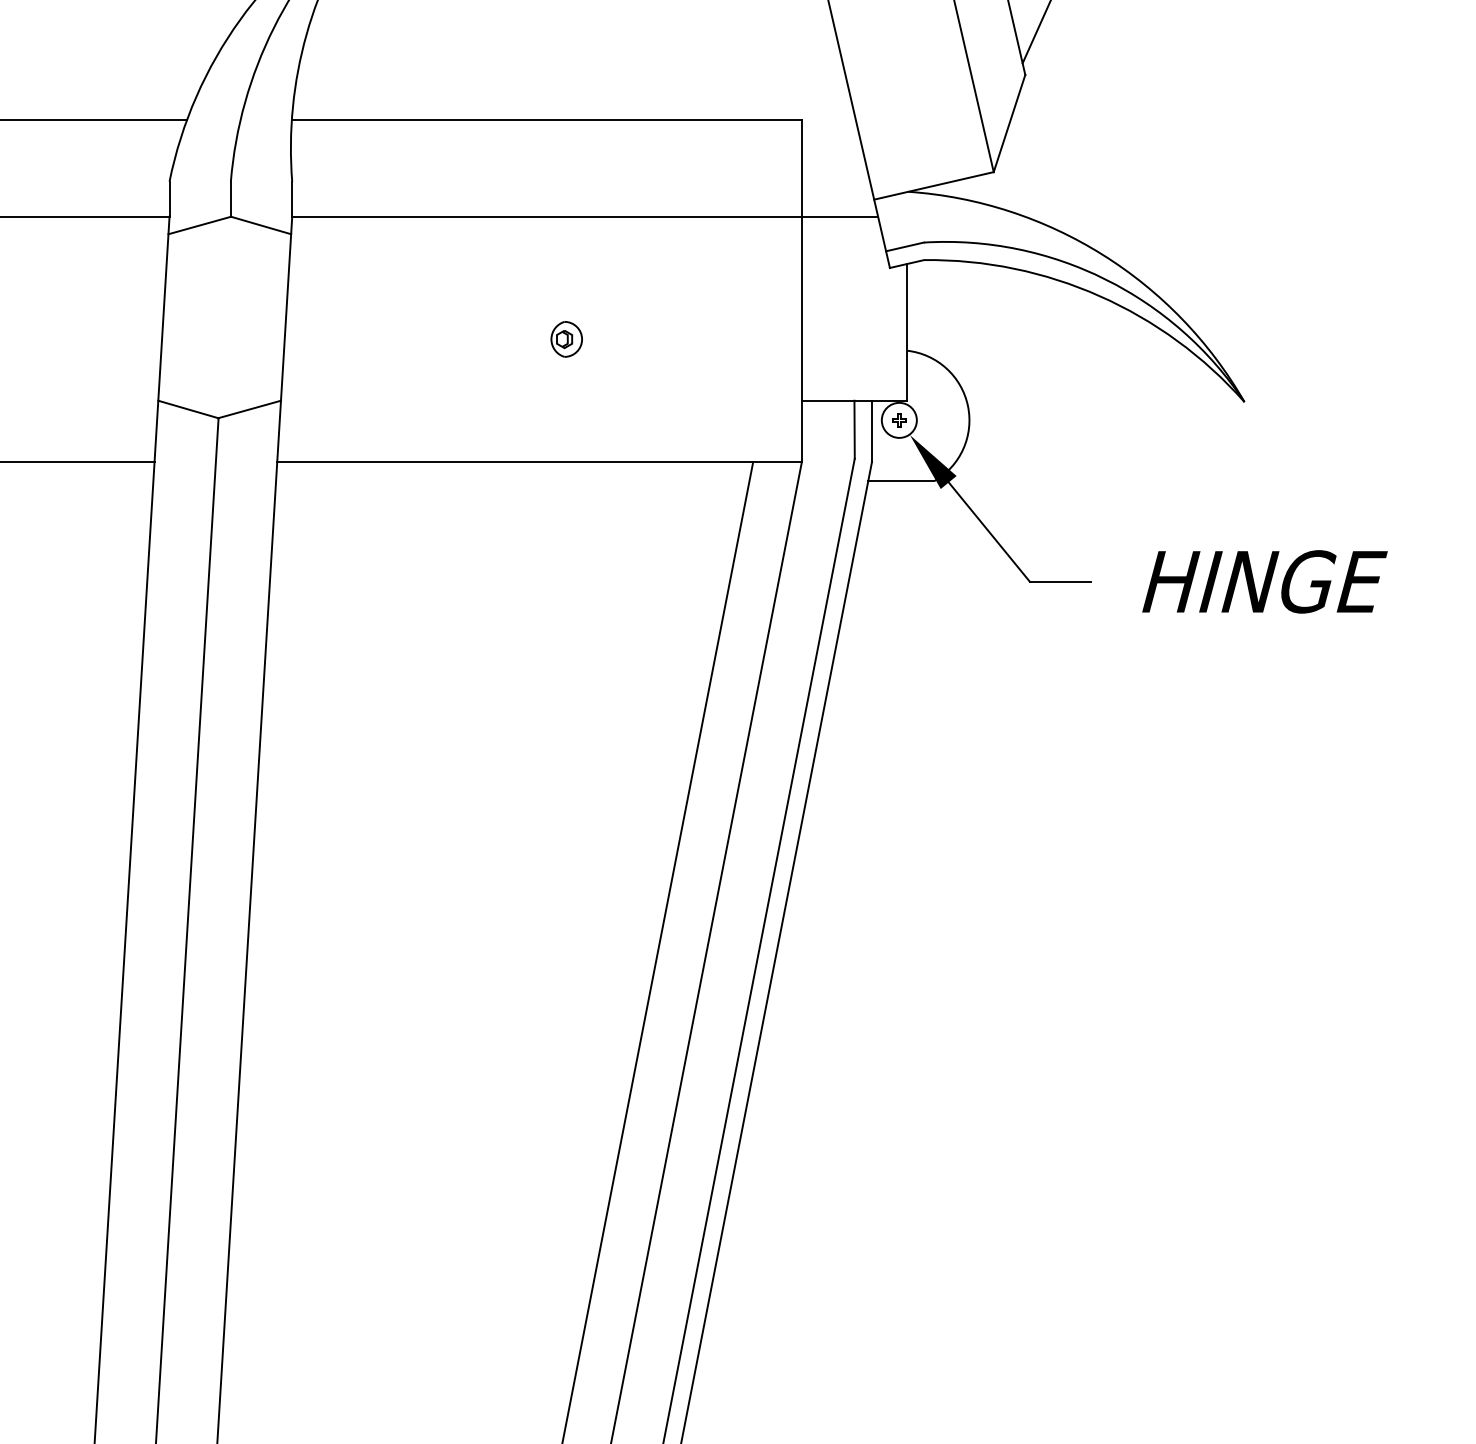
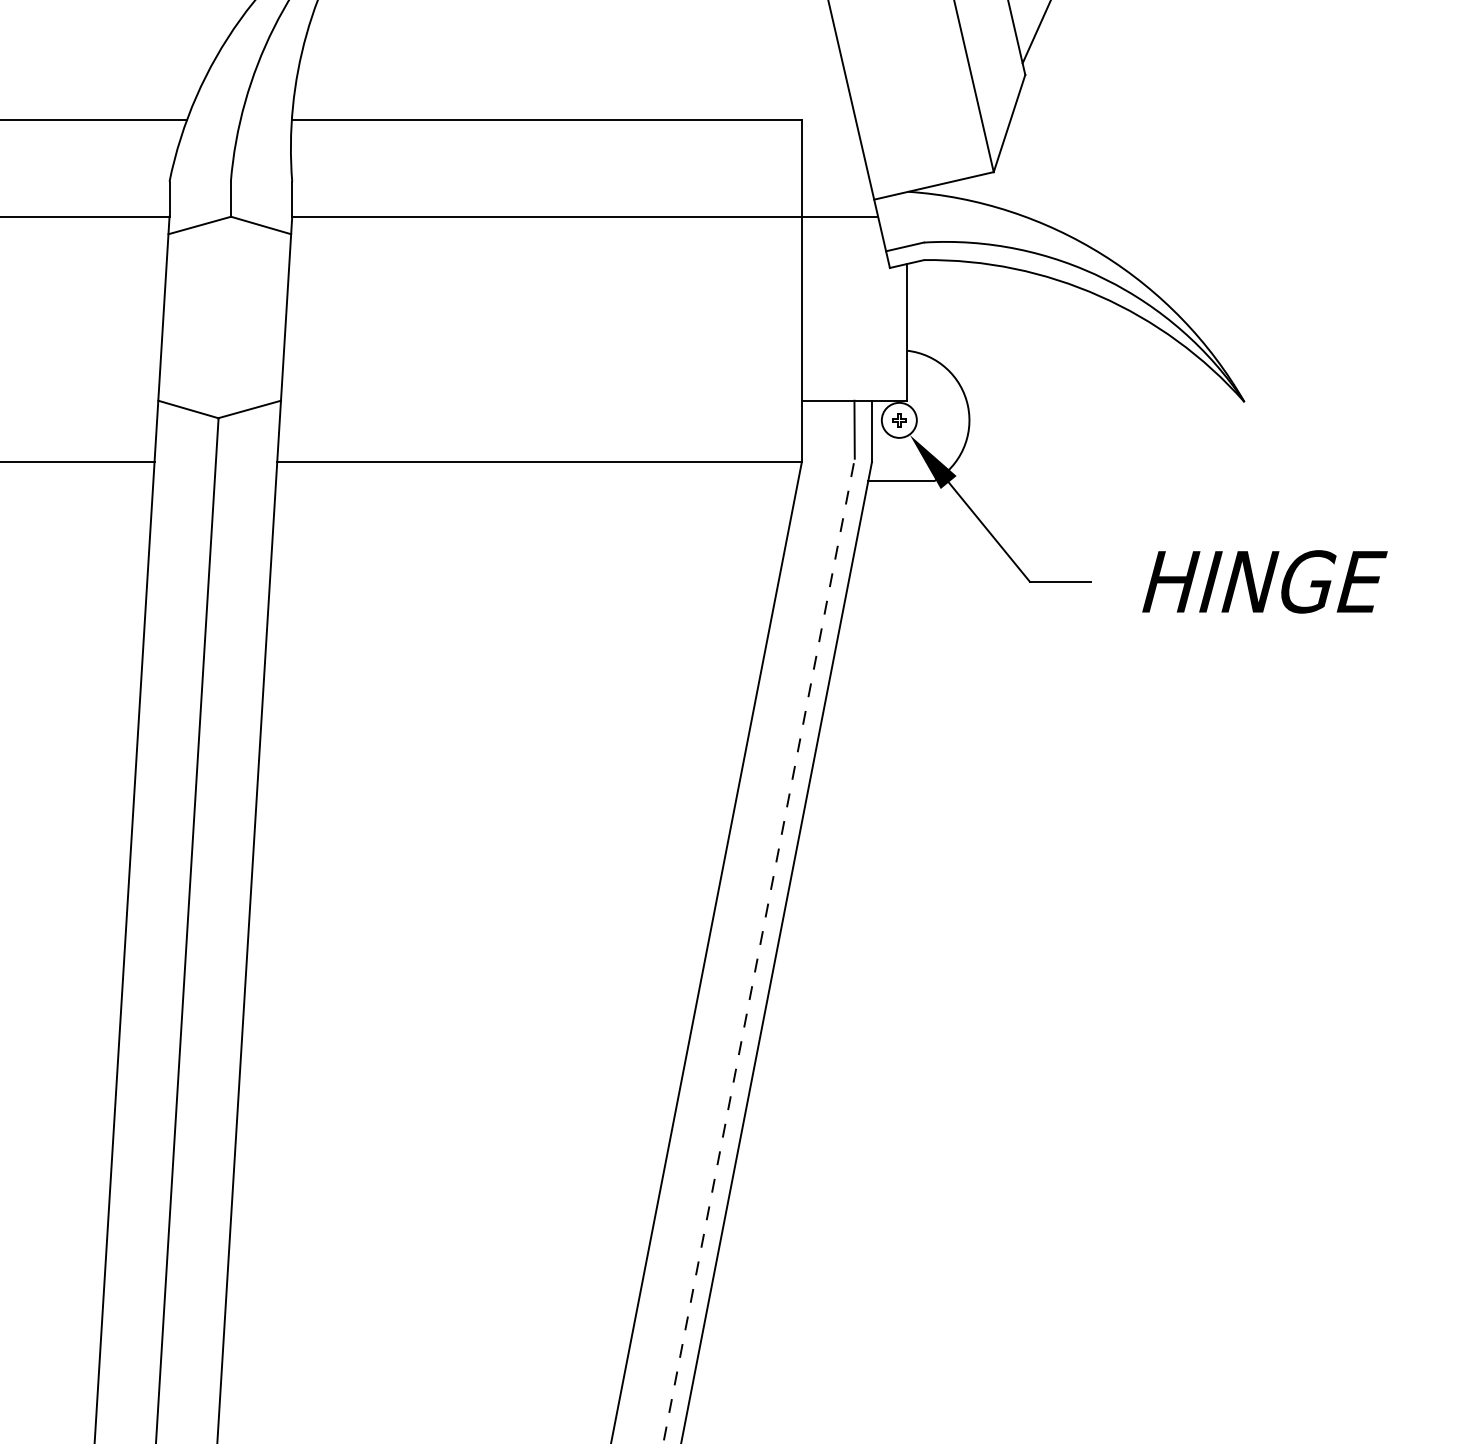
part at (566, 339): present -> none
line at (658, 951): present -> none
line at (758, 951): solid -> dashed
